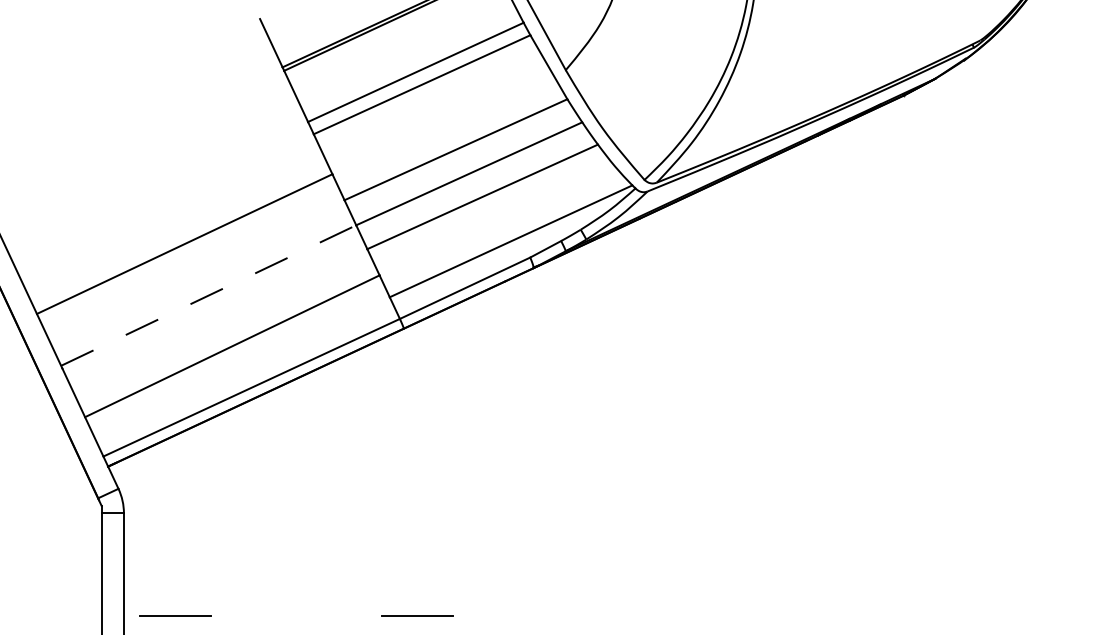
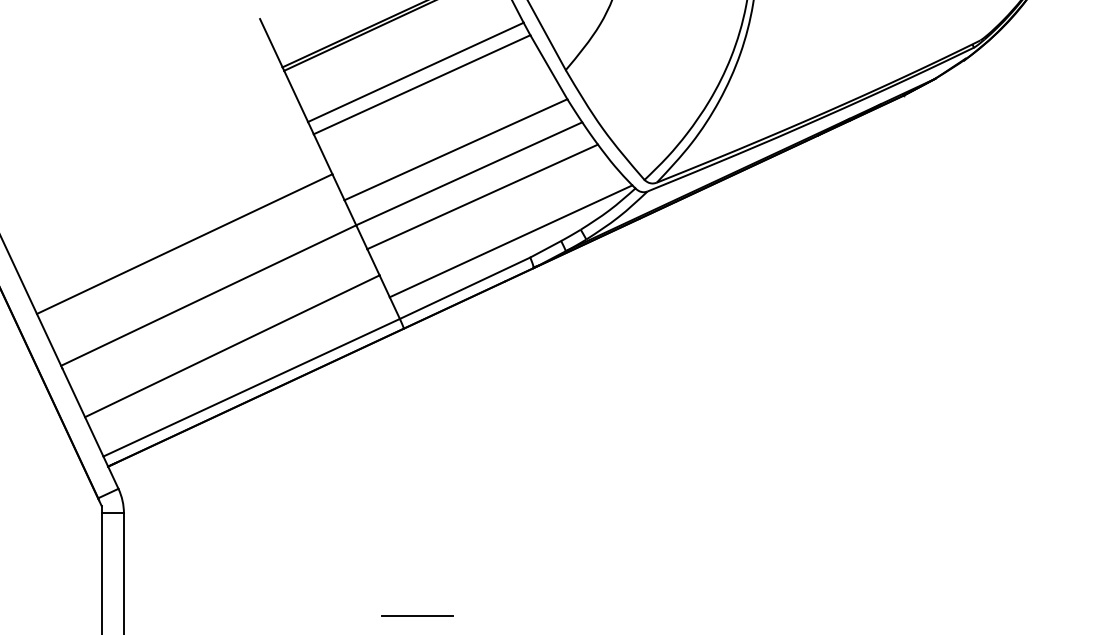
line at (209, 295): dashed -> solid
line at (175, 615): present -> none
